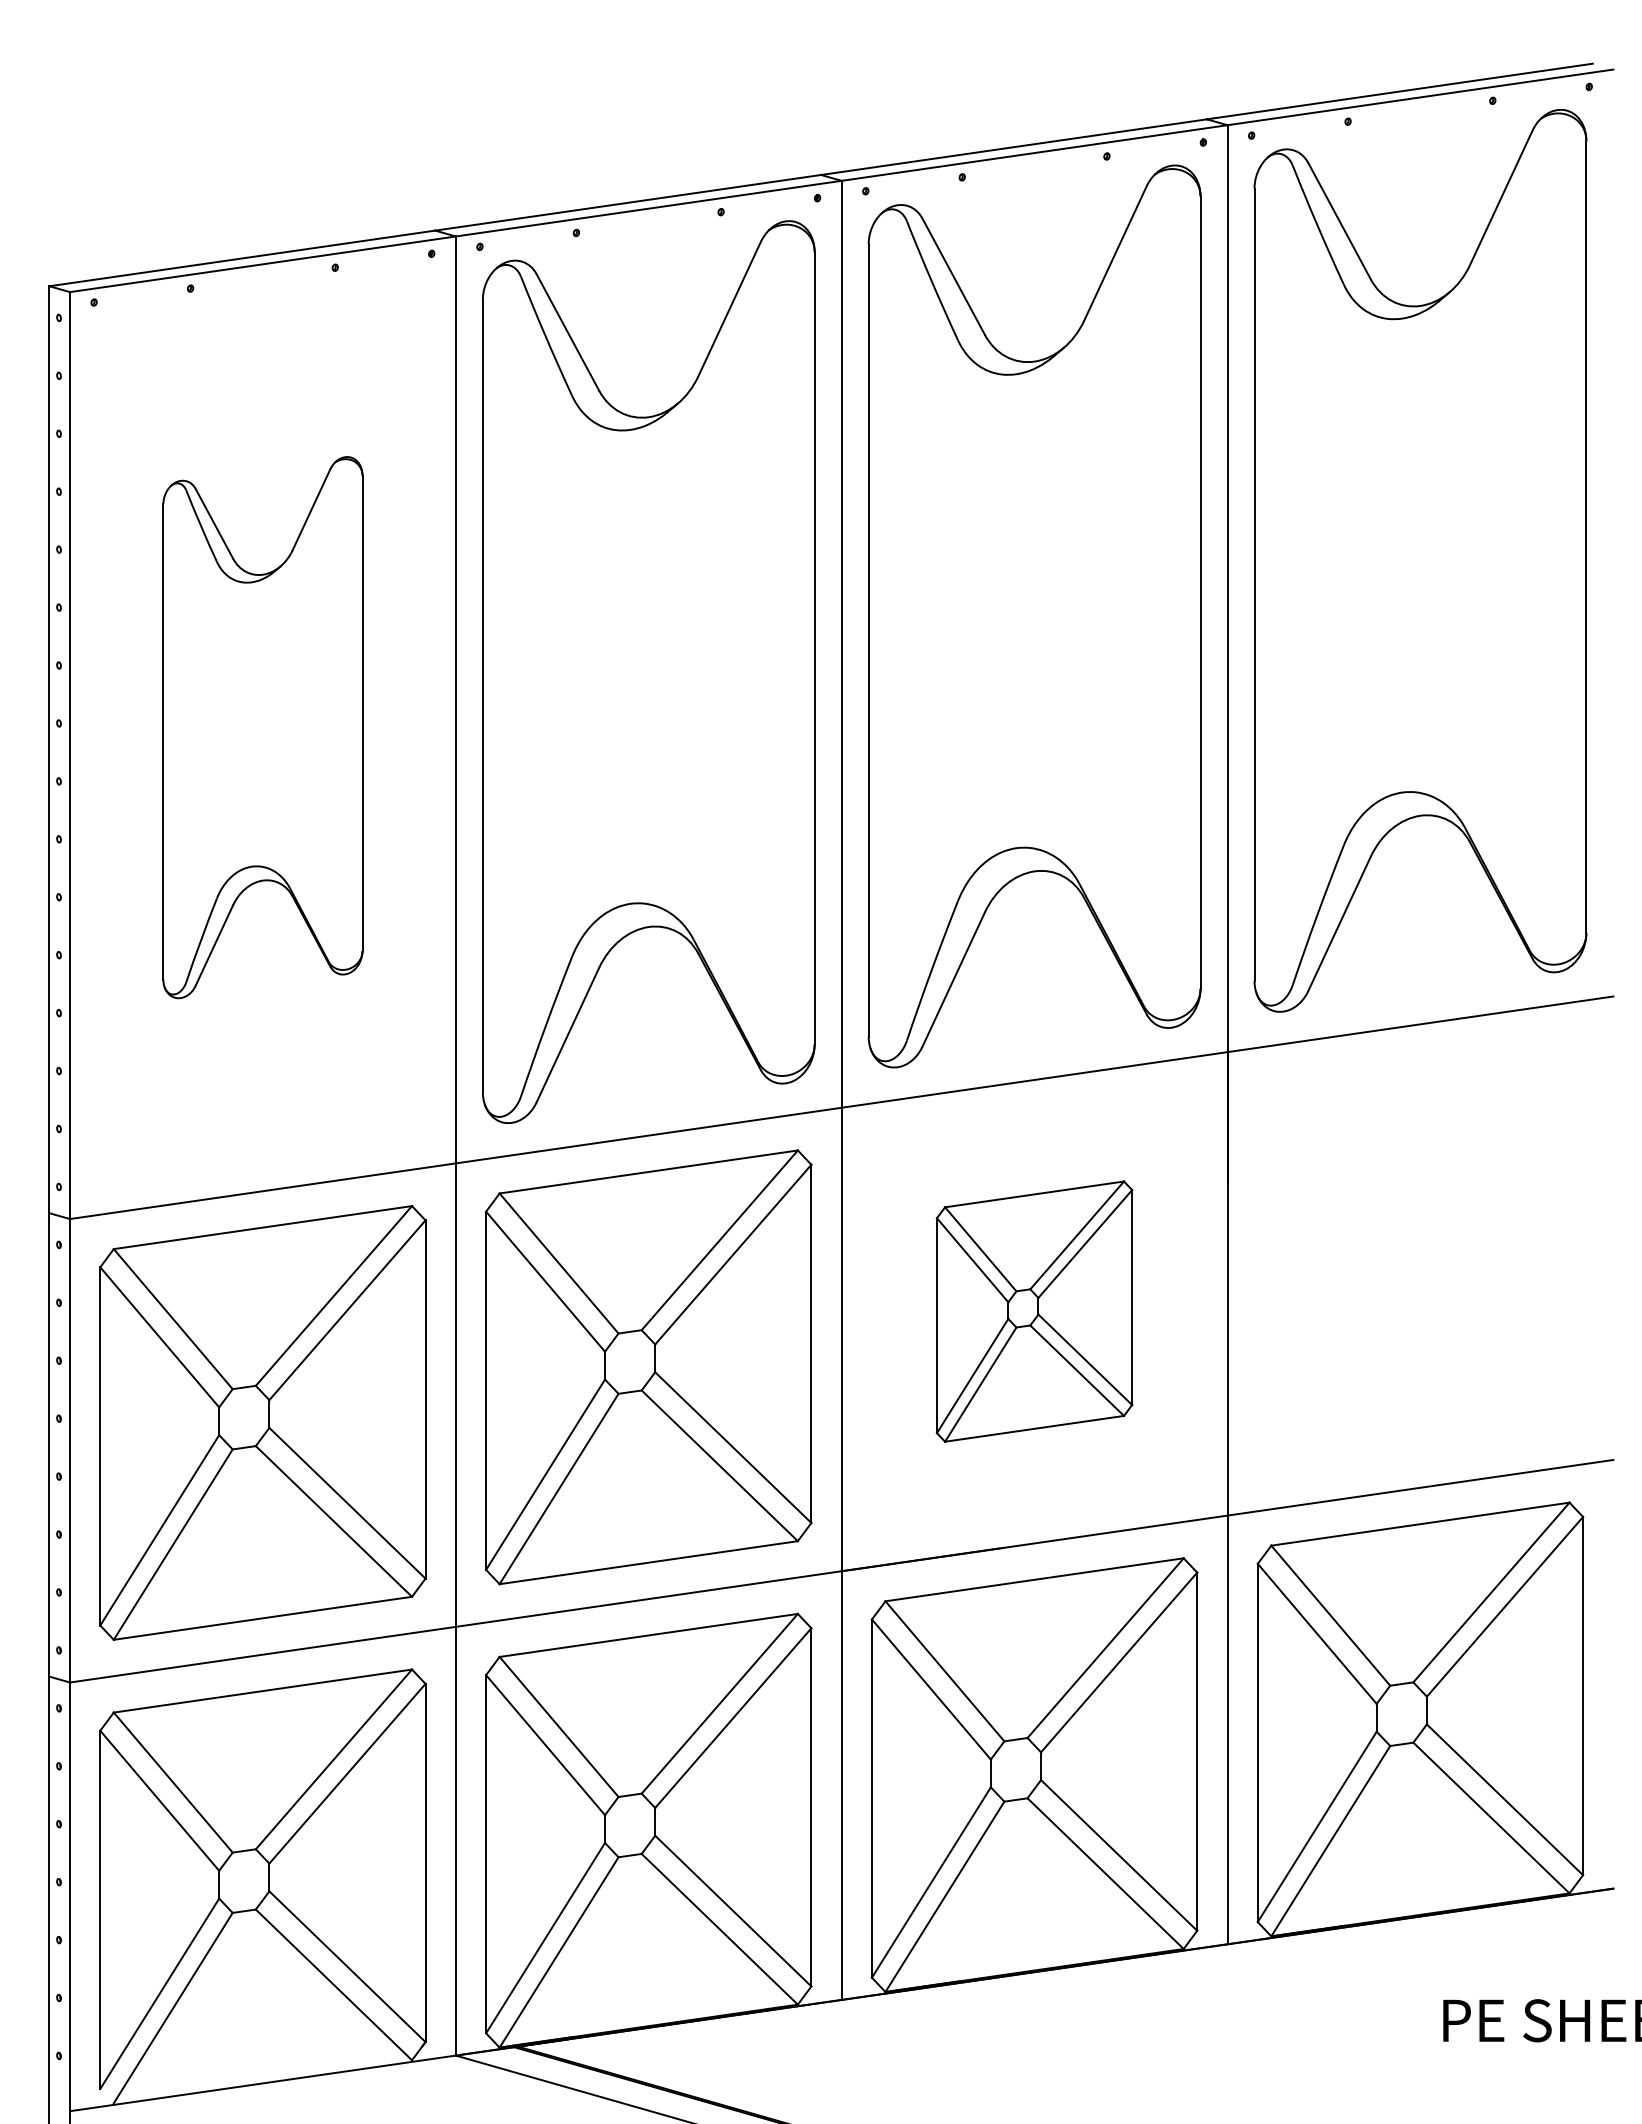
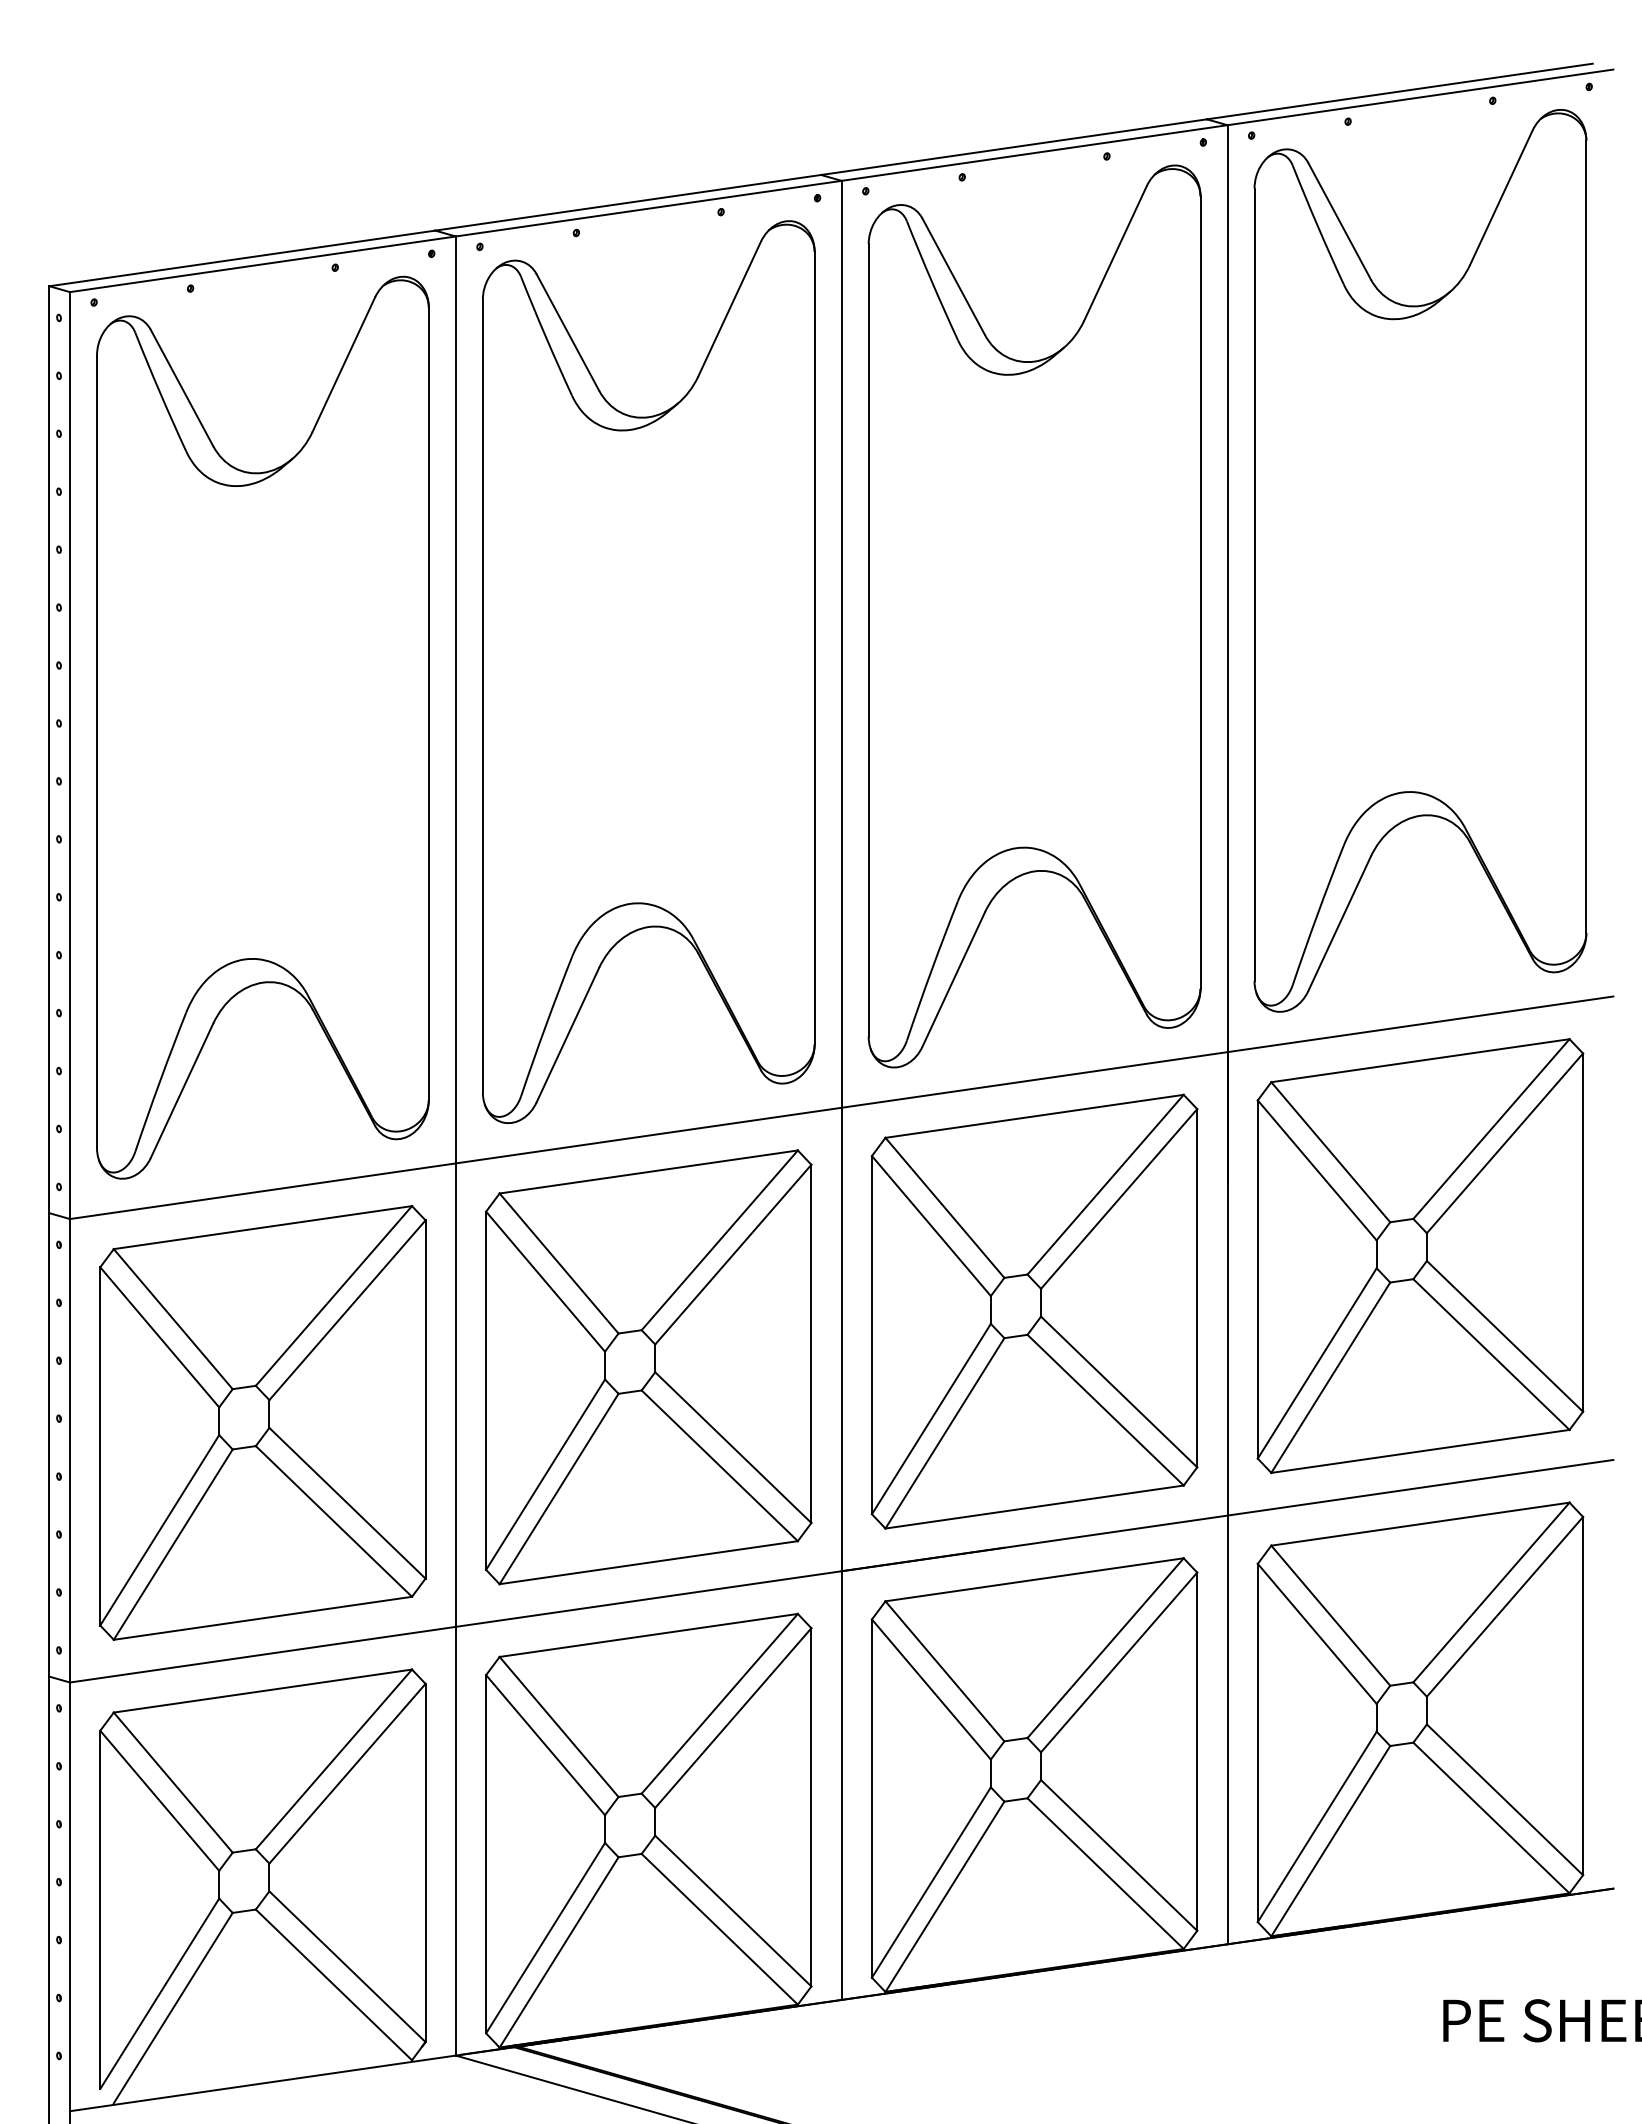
part at (262, 727) size: 202x544 px -> 334x905 px
part at (1420, 1256): none -> present
part at (1034, 1311) size: 199x263 px -> 329x437 px
